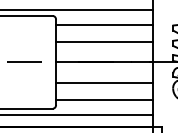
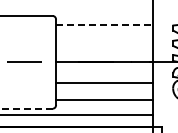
line at (77, 9): present -> none
line at (104, 24): solid -> dashed
line at (104, 42): present -> none
line at (26, 108): solid -> dashed
